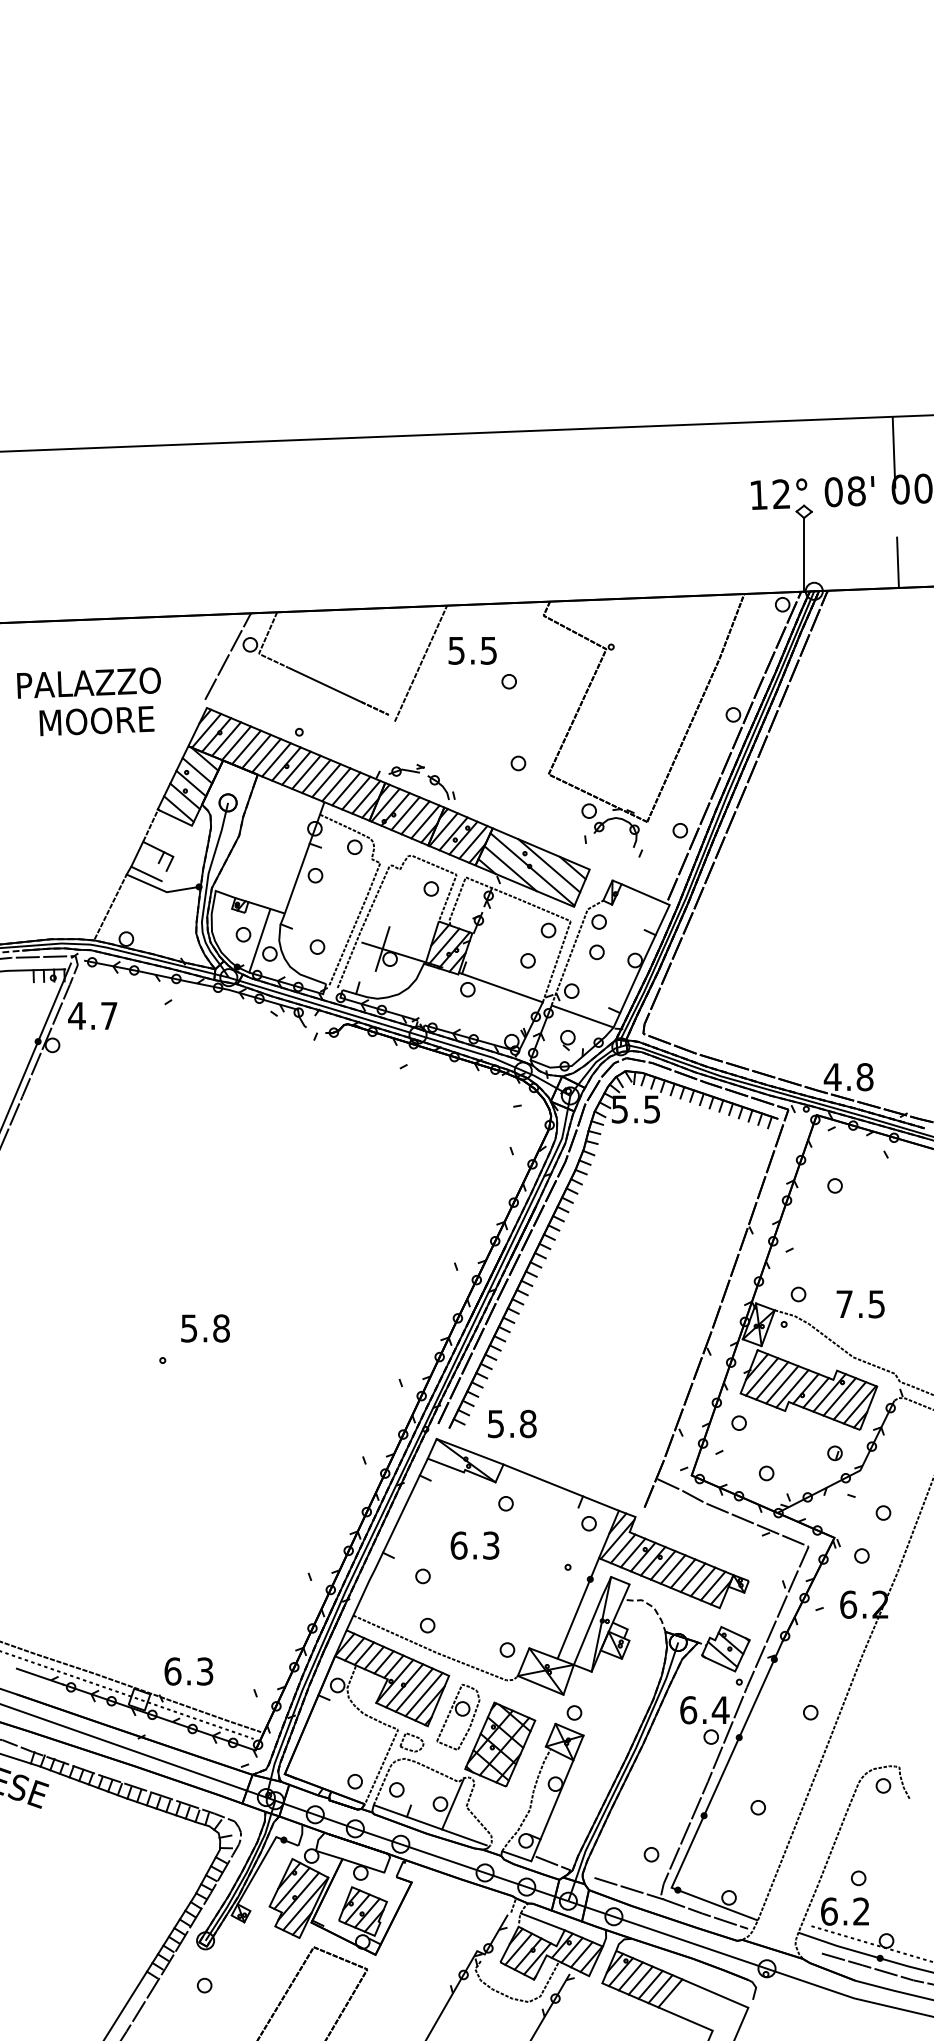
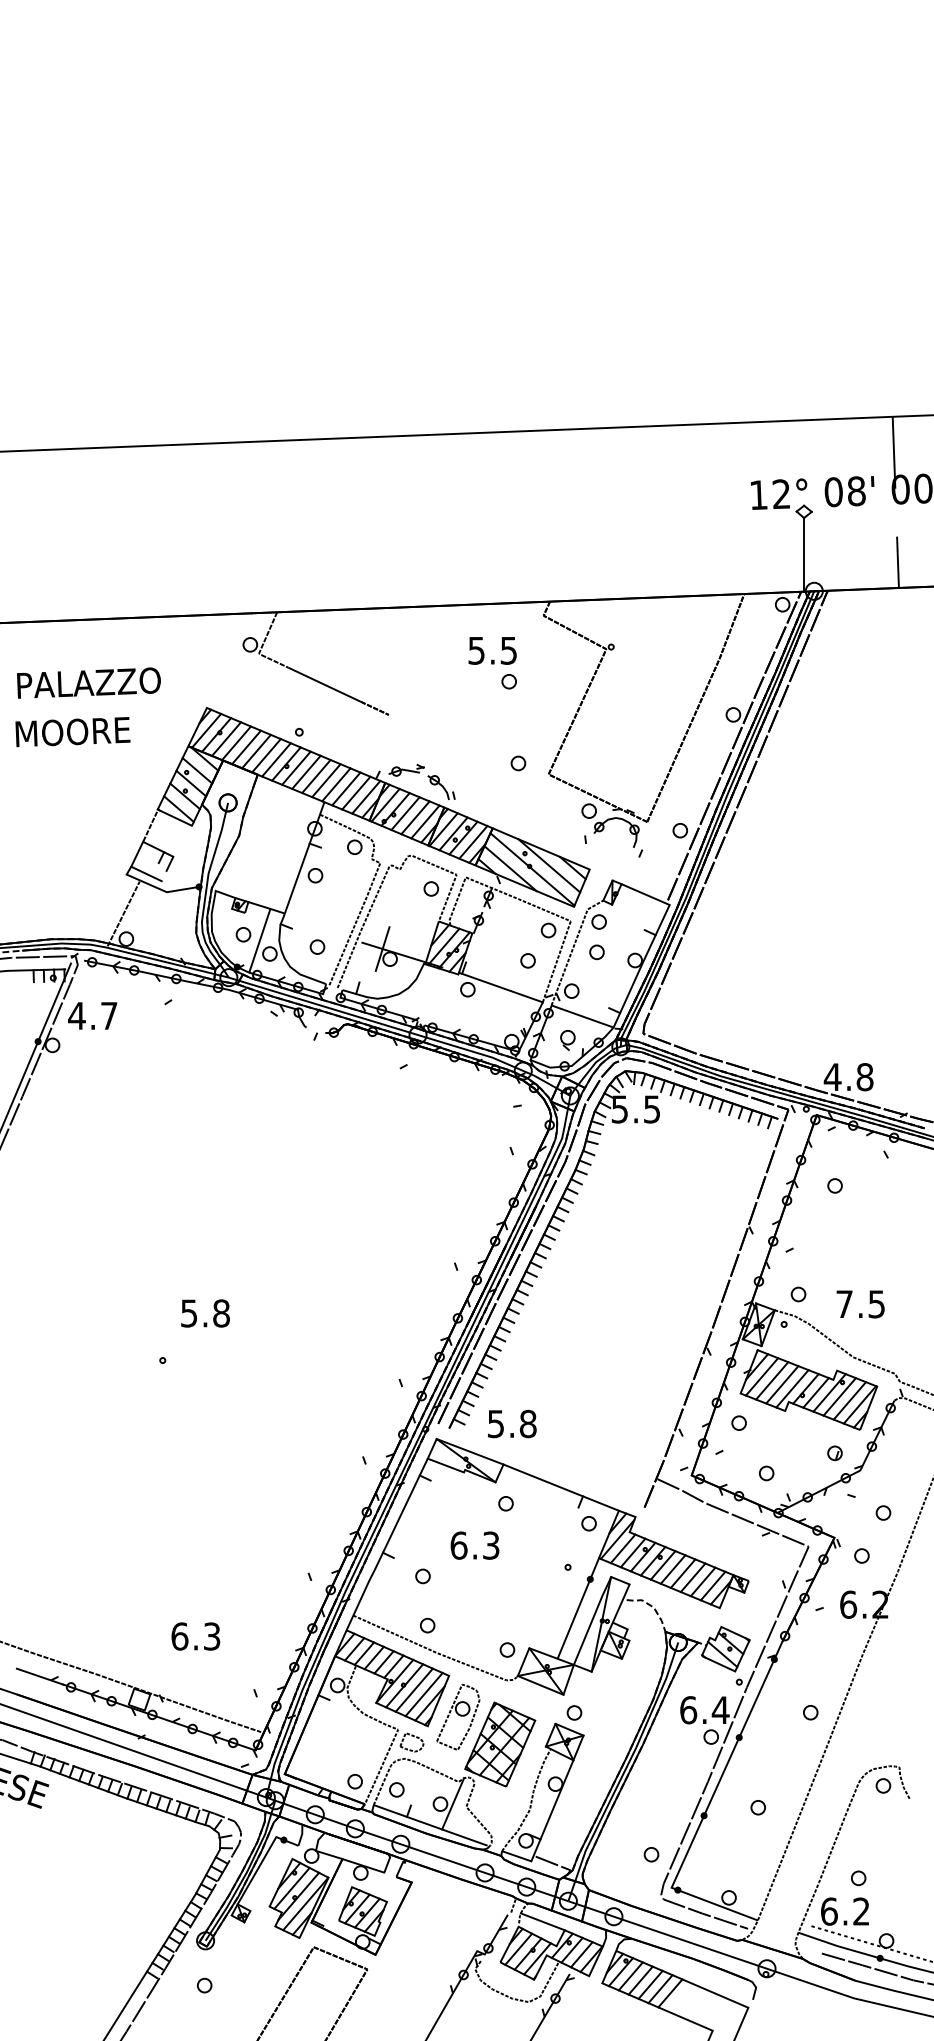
text at (472, 650) position: (472, 650) -> (492, 650)
line at (227, 656): present -> none
line at (420, 663): present -> none
text at (96, 721) position: (96, 721) -> (72, 732)
line at (110, 906) position: (110, 906) -> (123, 913)
text at (205, 1328) position: (205, 1328) -> (205, 1313)
text at (188, 1671) position: (188, 1671) -> (195, 1636)
line at (127, 1695): present -> none
line at (628, 1888): present -> none
